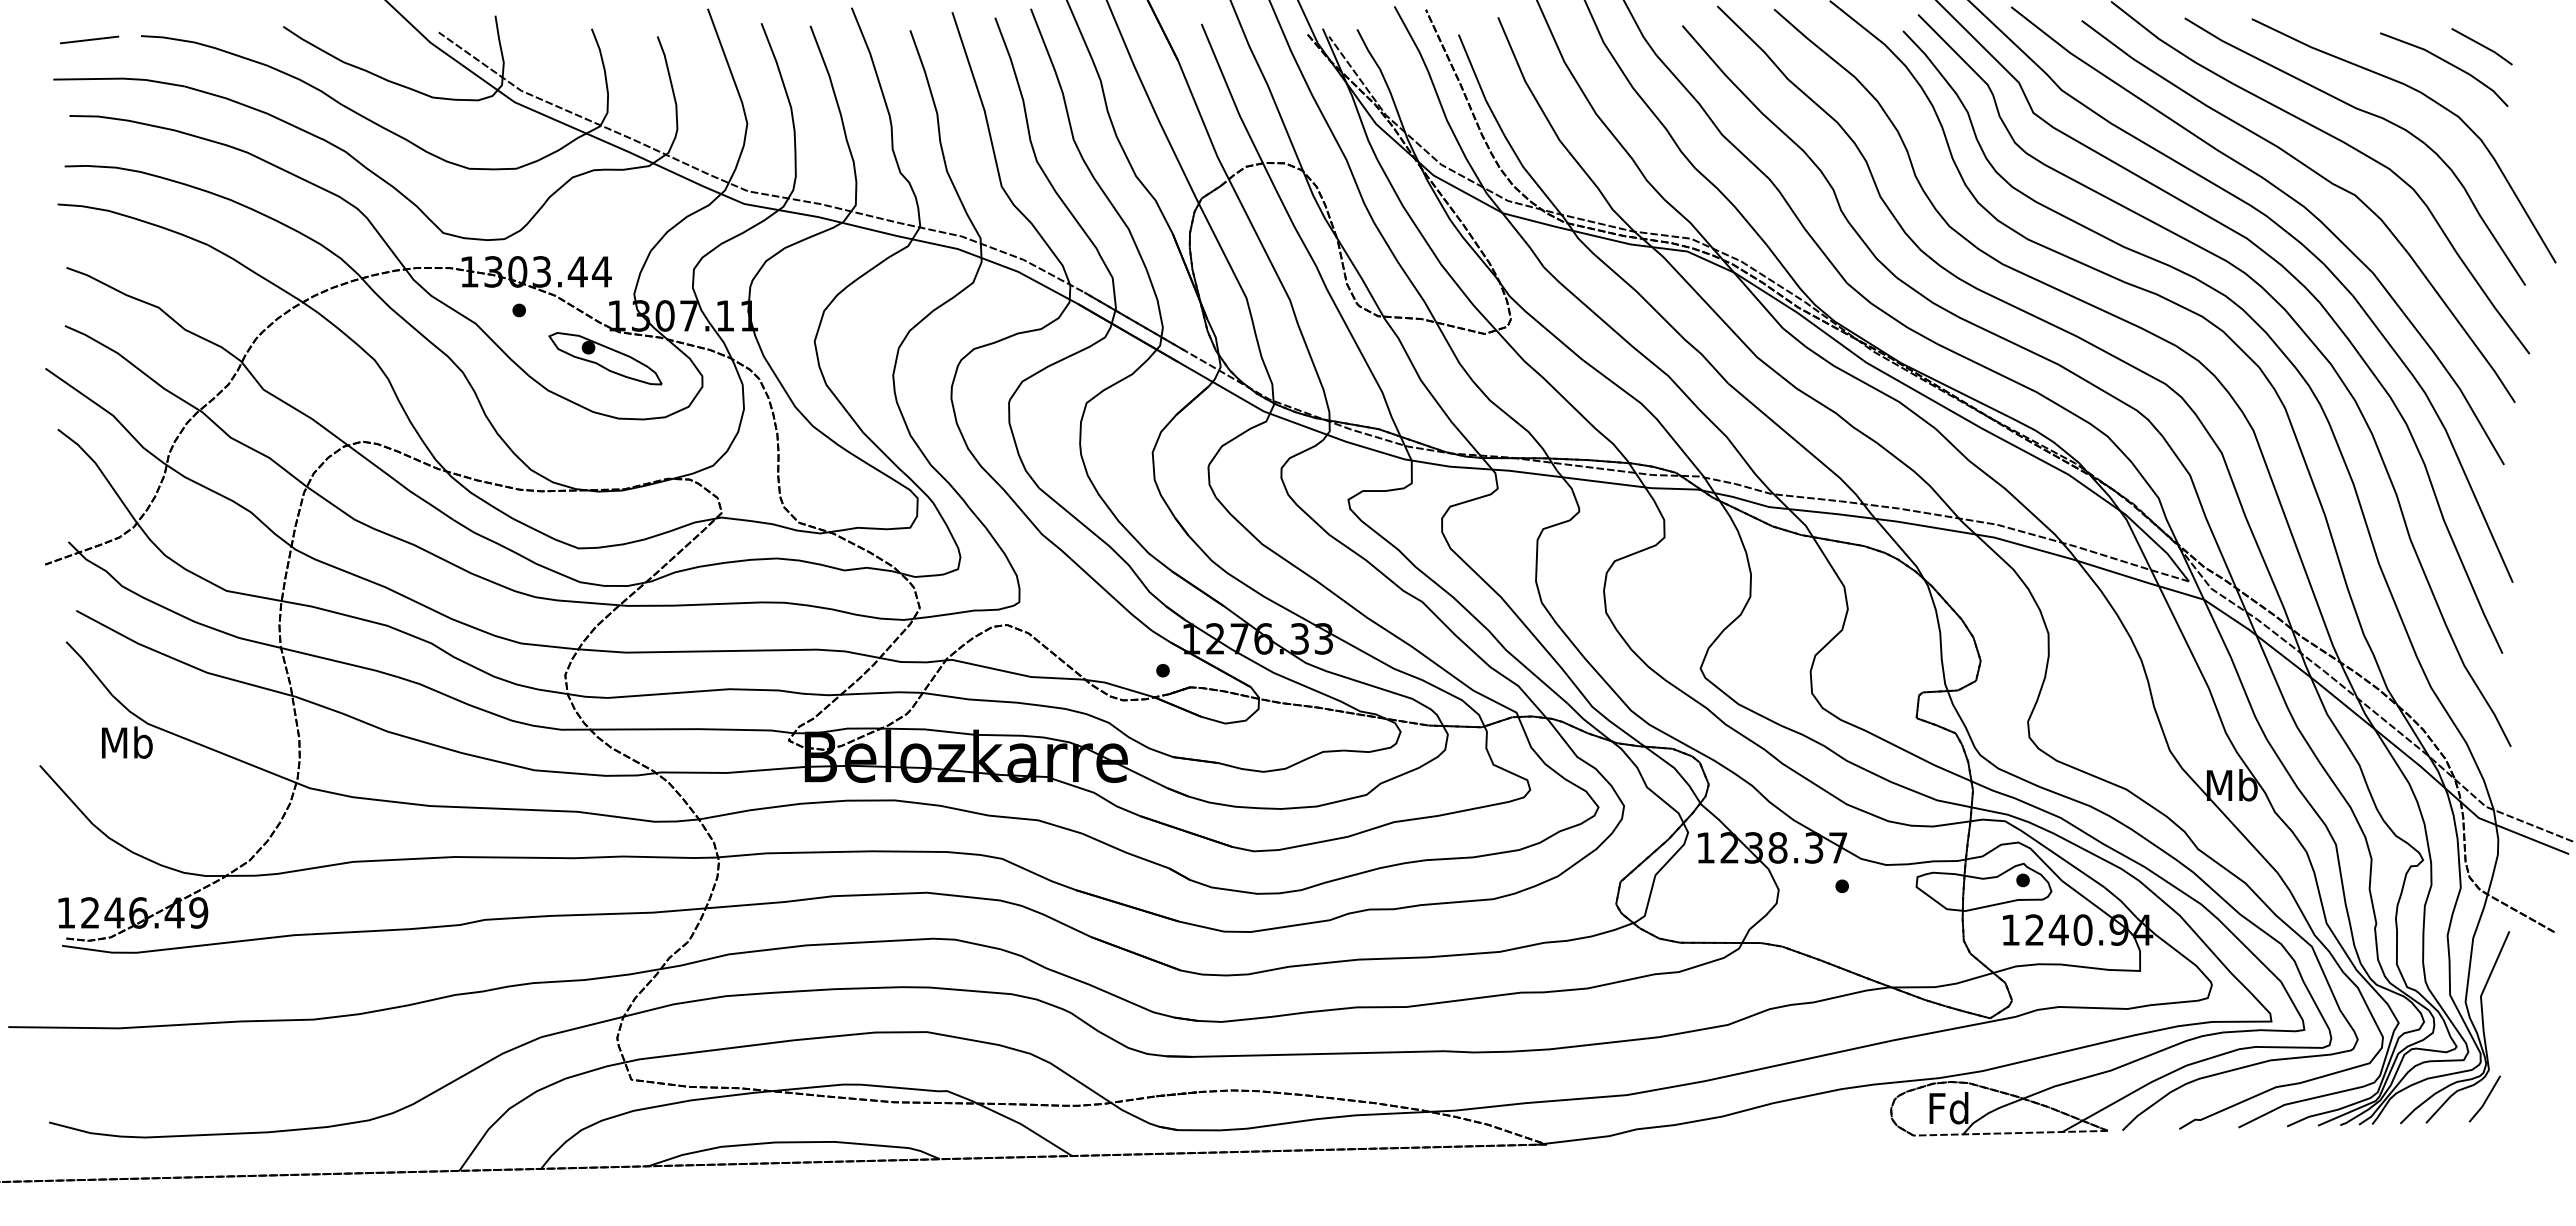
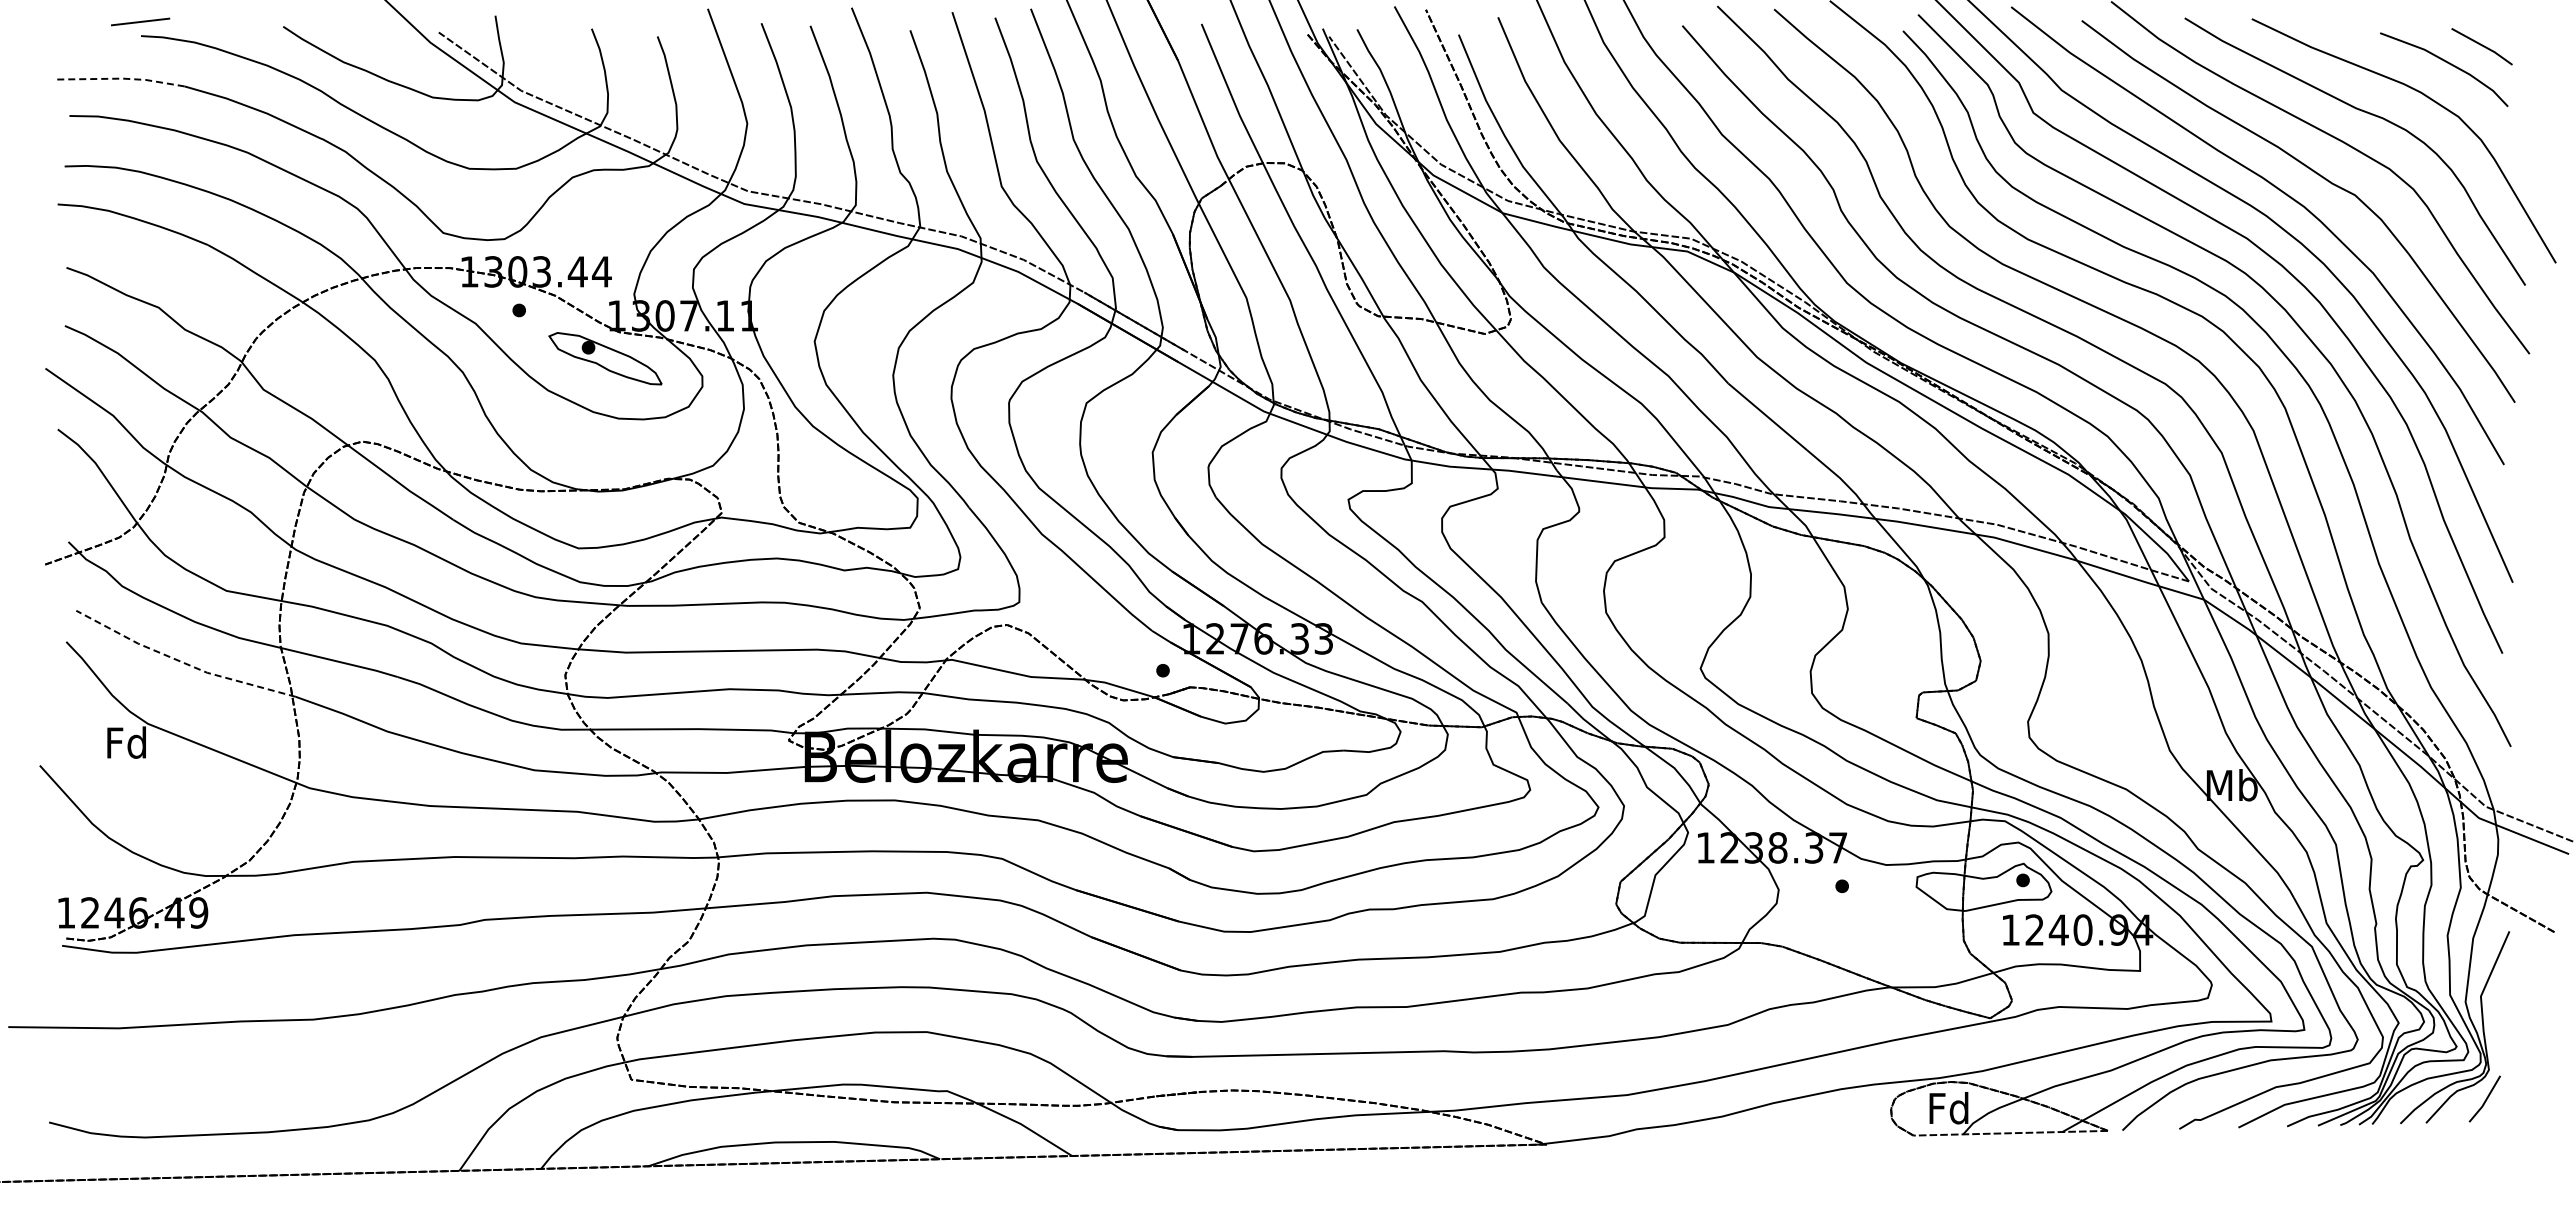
line at (89, 39) position: (89, 39) -> (140, 21)
line at (119, 78): solid -> dashed
line at (182, 662): solid -> dashed
text at (127, 742): Mb -> Fd
